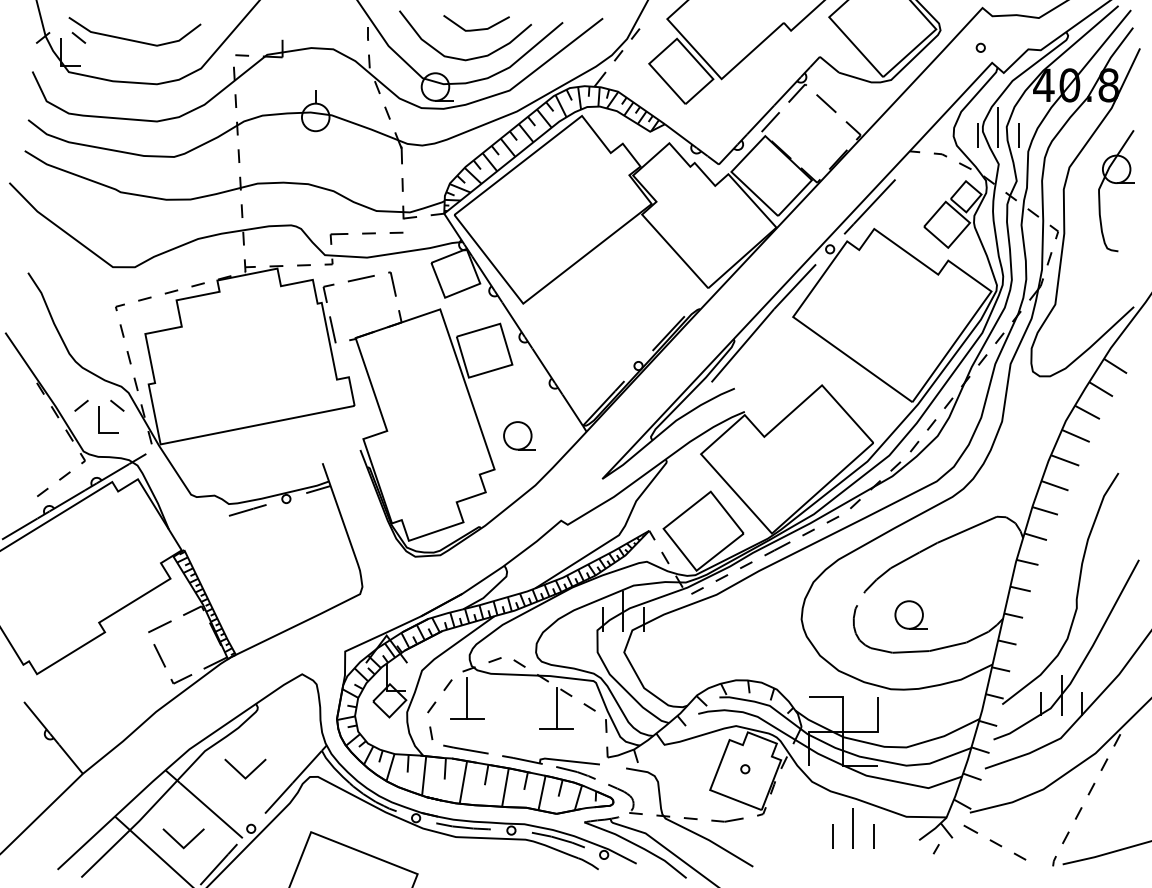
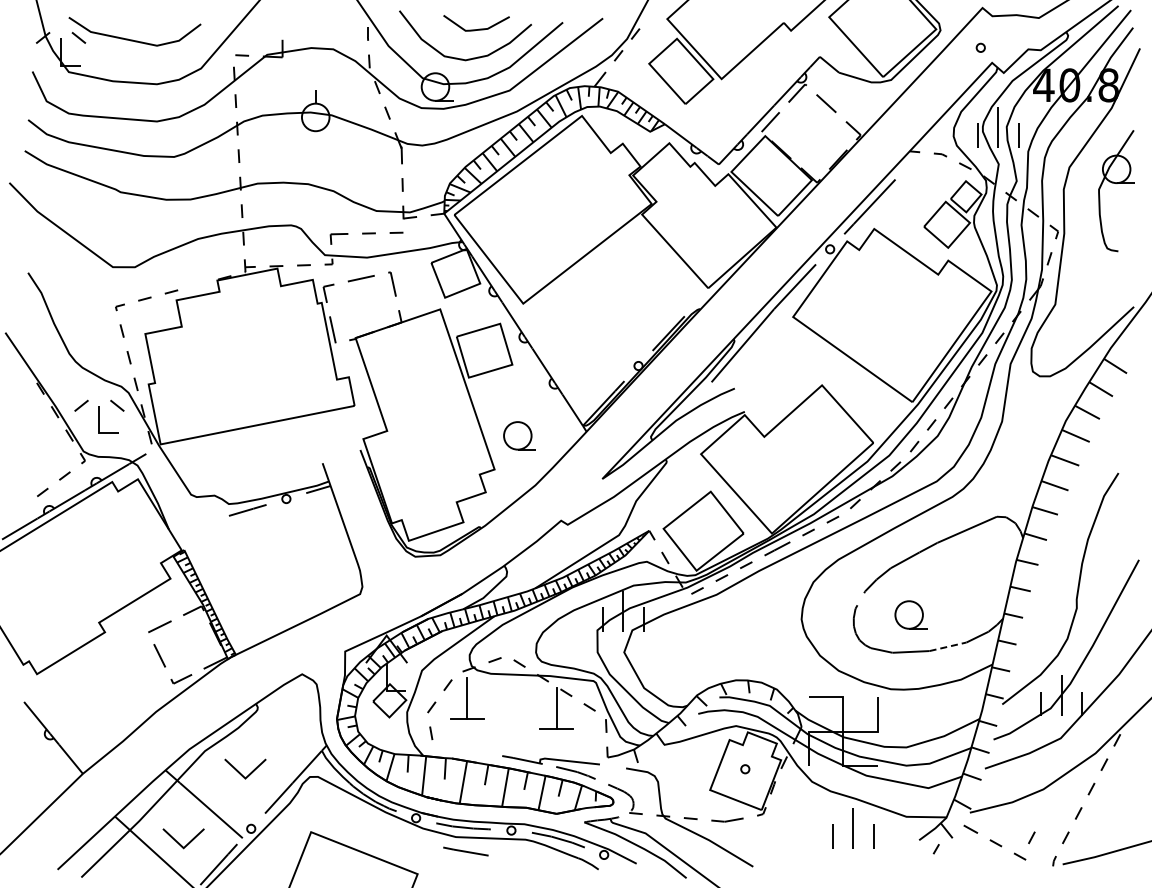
line at (197, 284): present -> none
line at (948, 646): solid -> dashed
line at (465, 749) position: (465, 749) -> (465, 851)
line at (1031, 837): none -> present
